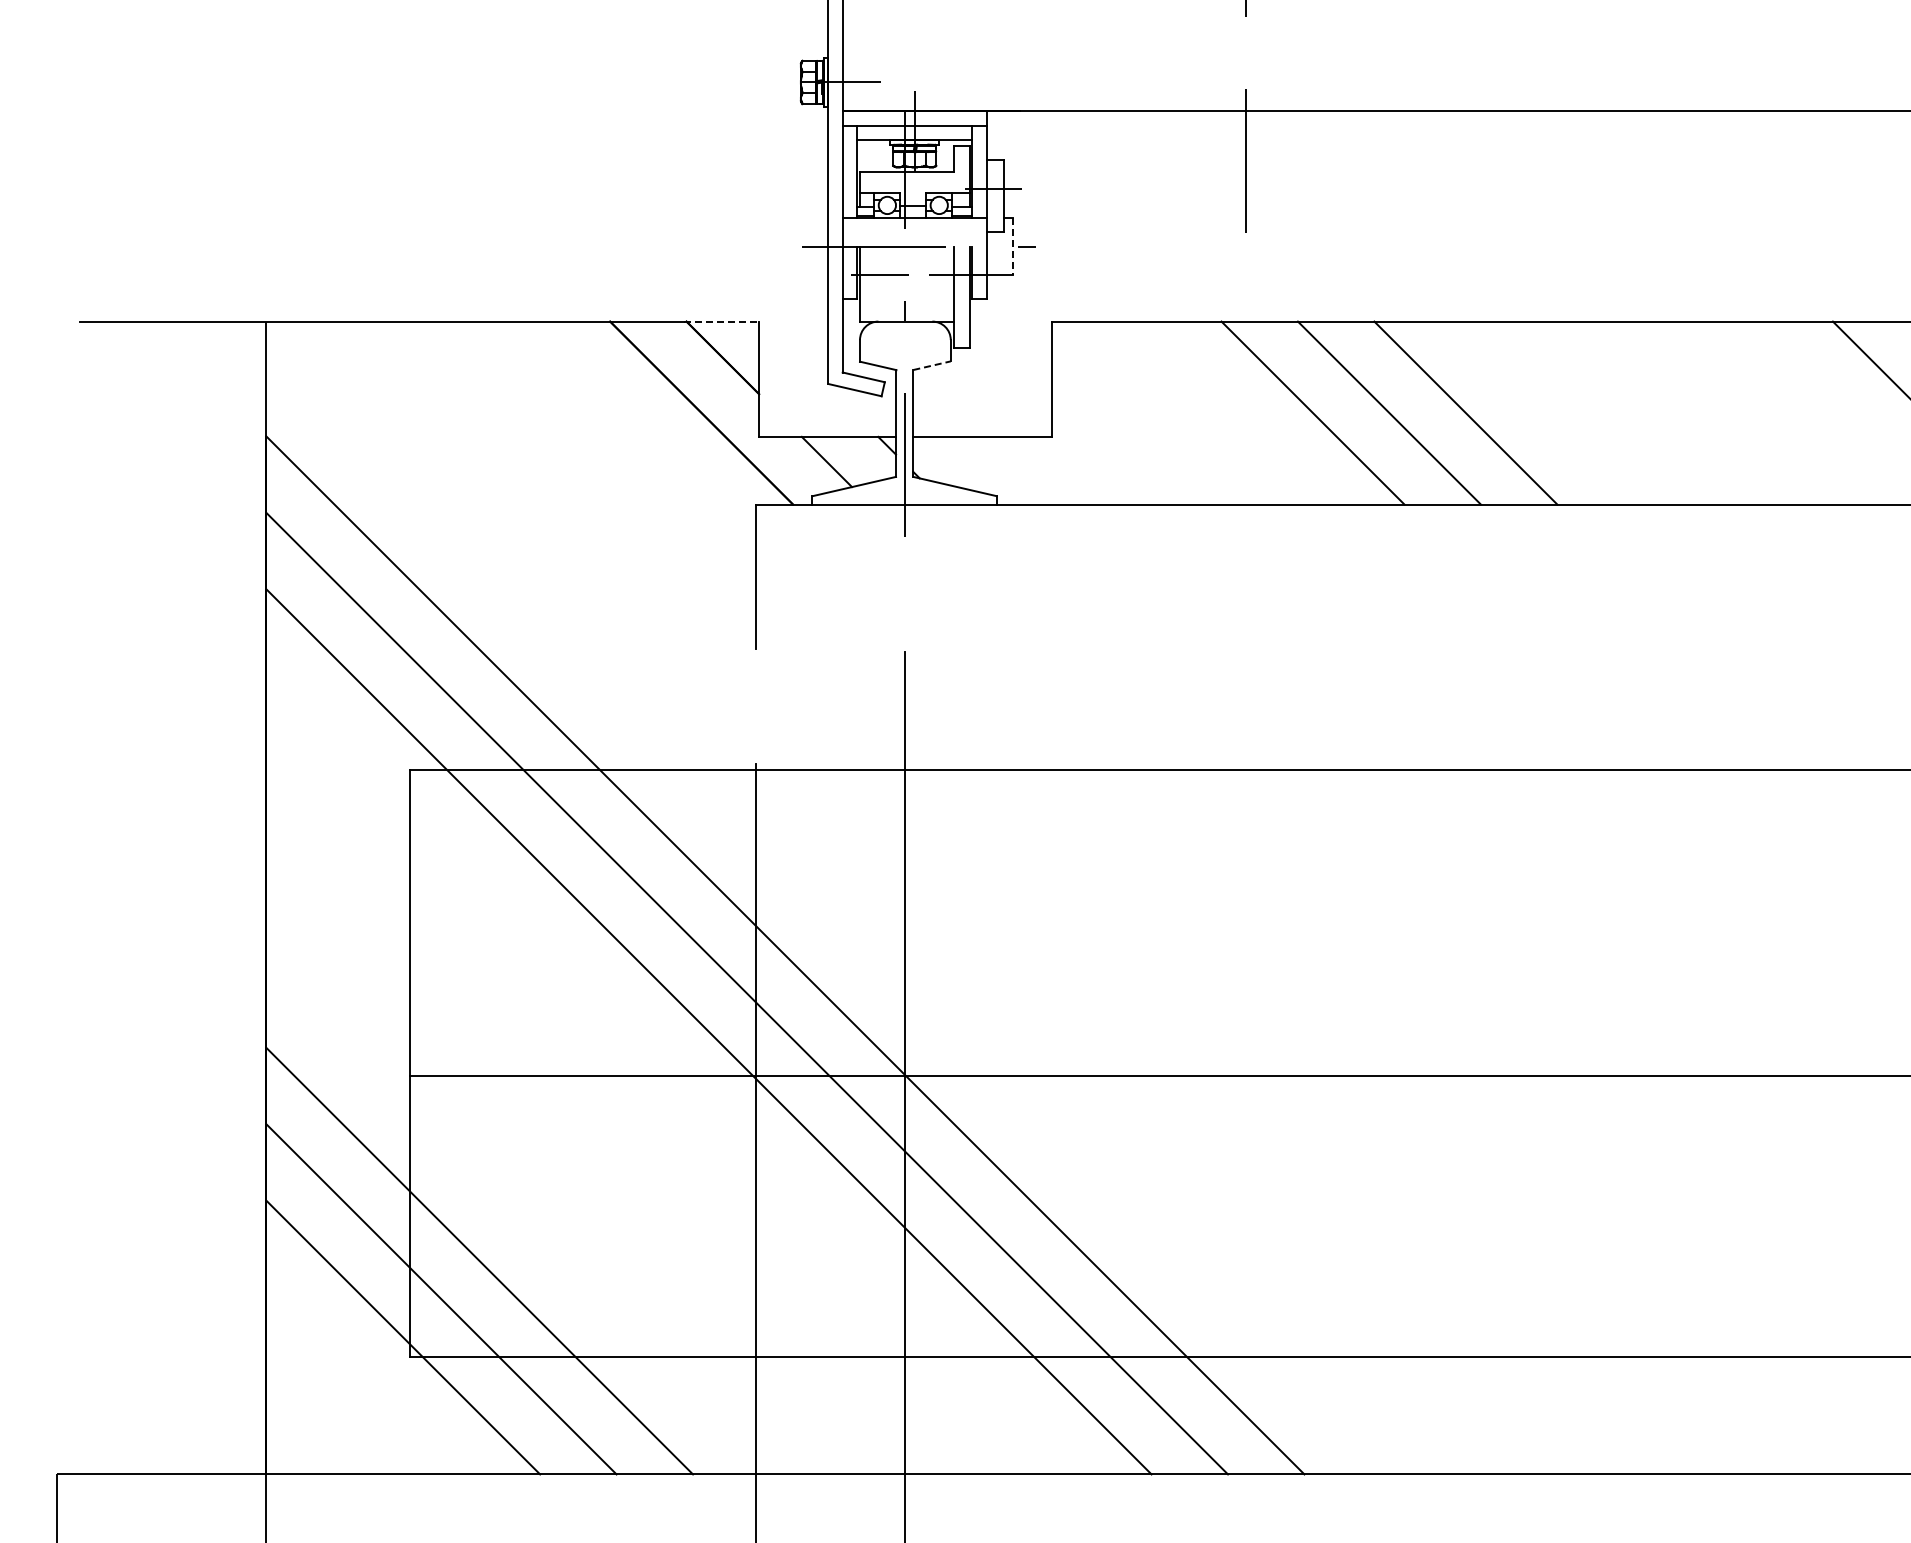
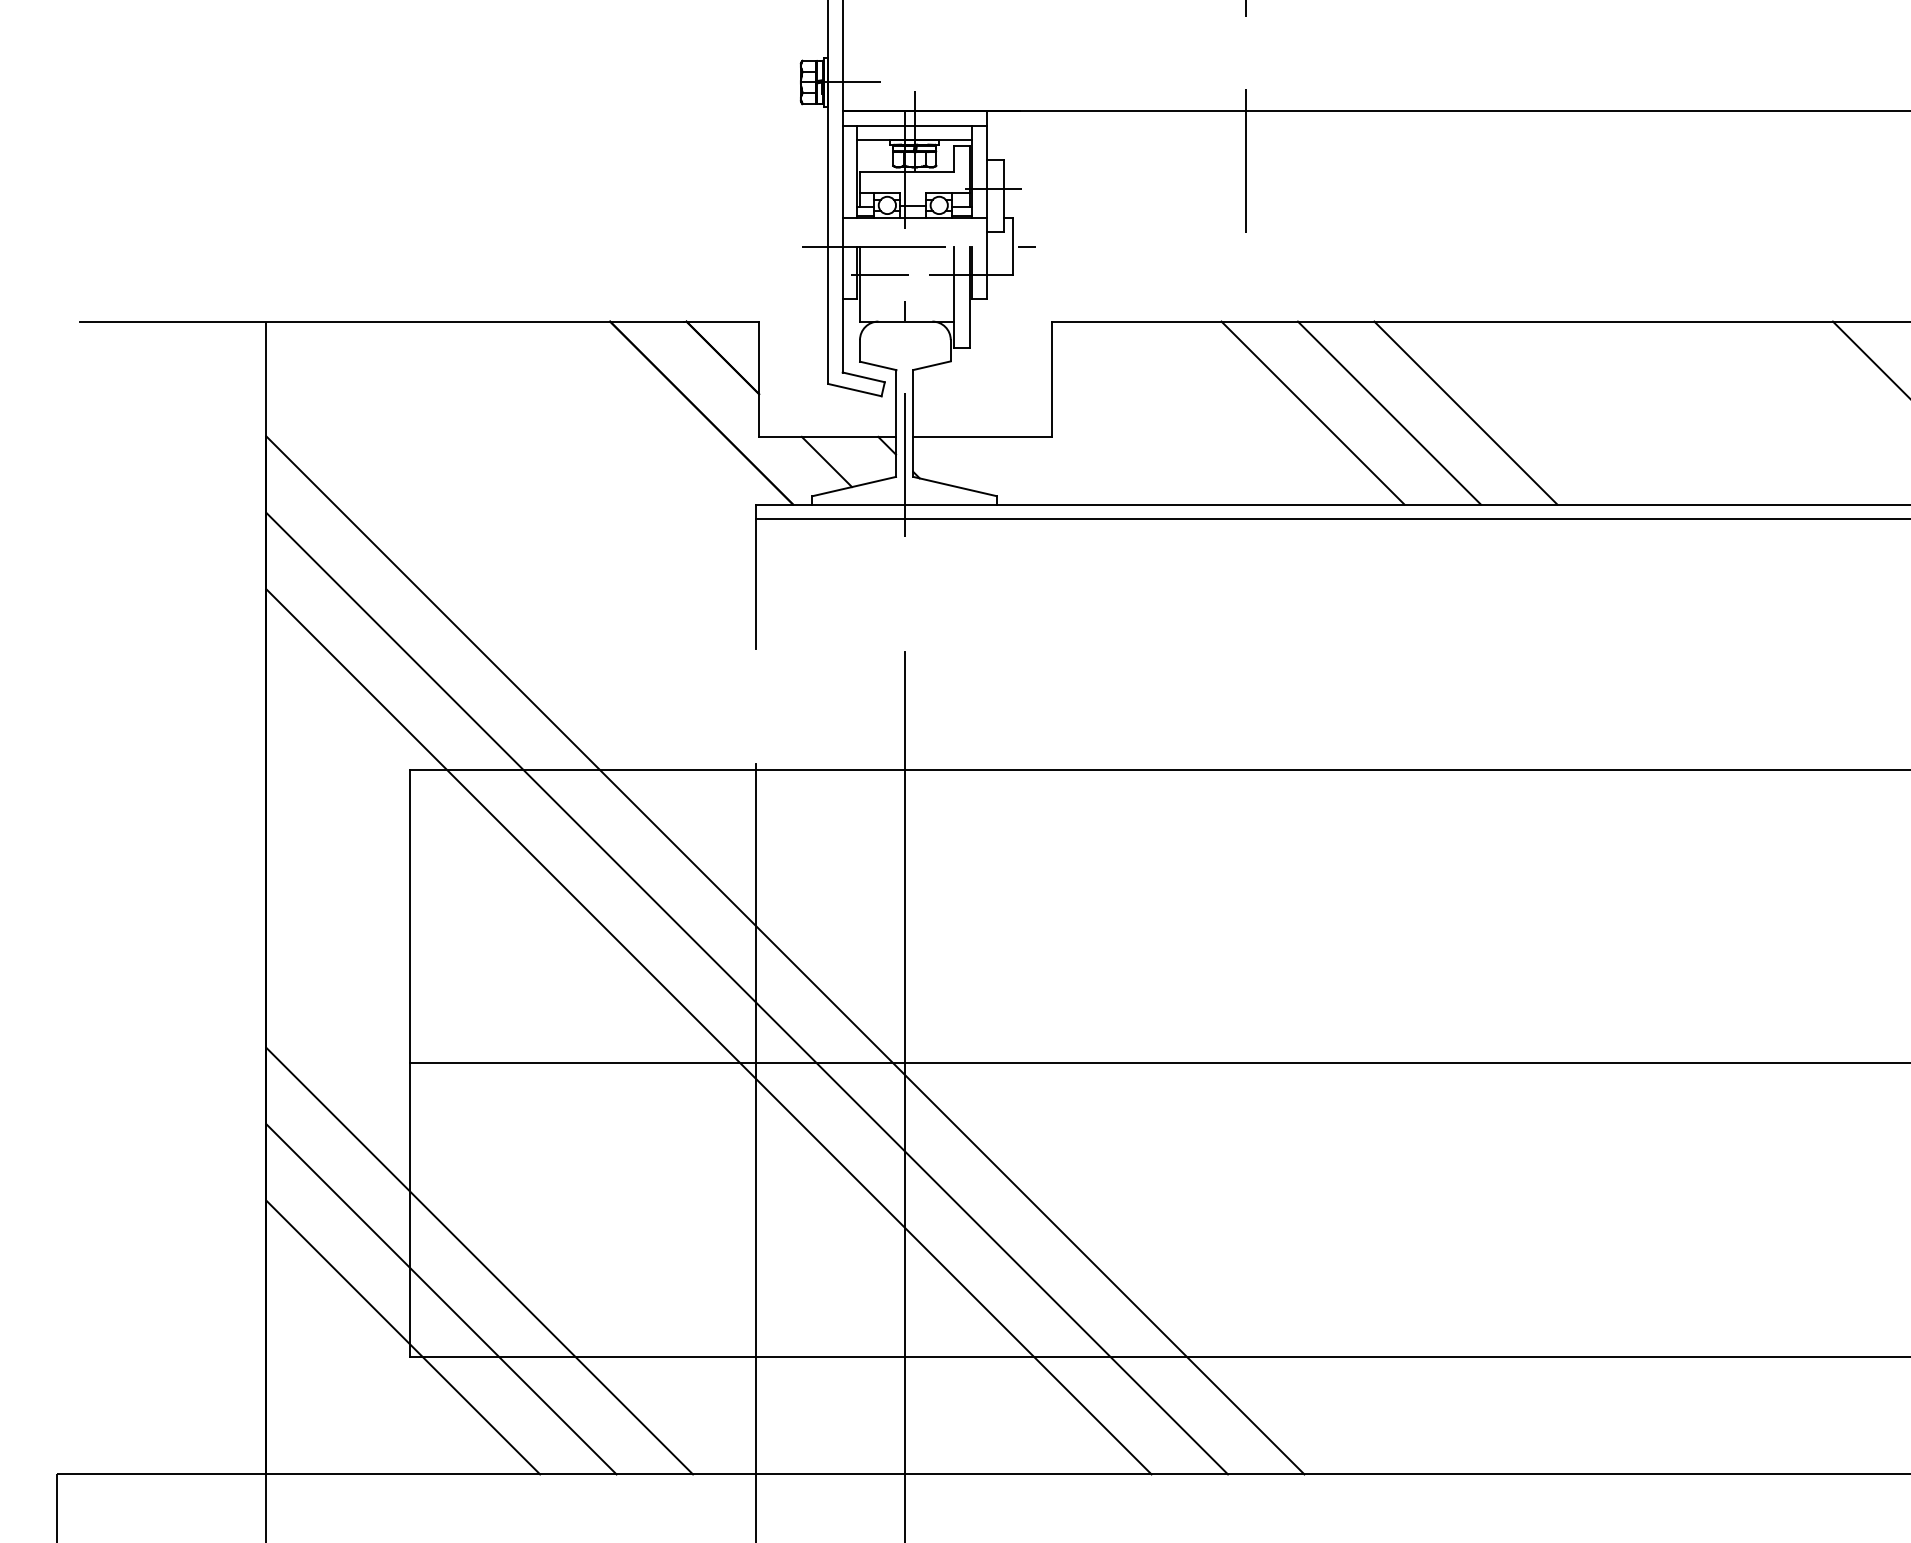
line at (1012, 246): dashed -> solid
line at (722, 321): dashed -> solid
line at (932, 365): dashed -> solid
line at (1331, 519): none -> present
line at (1158, 1076) position: (1158, 1076) -> (1158, 1063)
